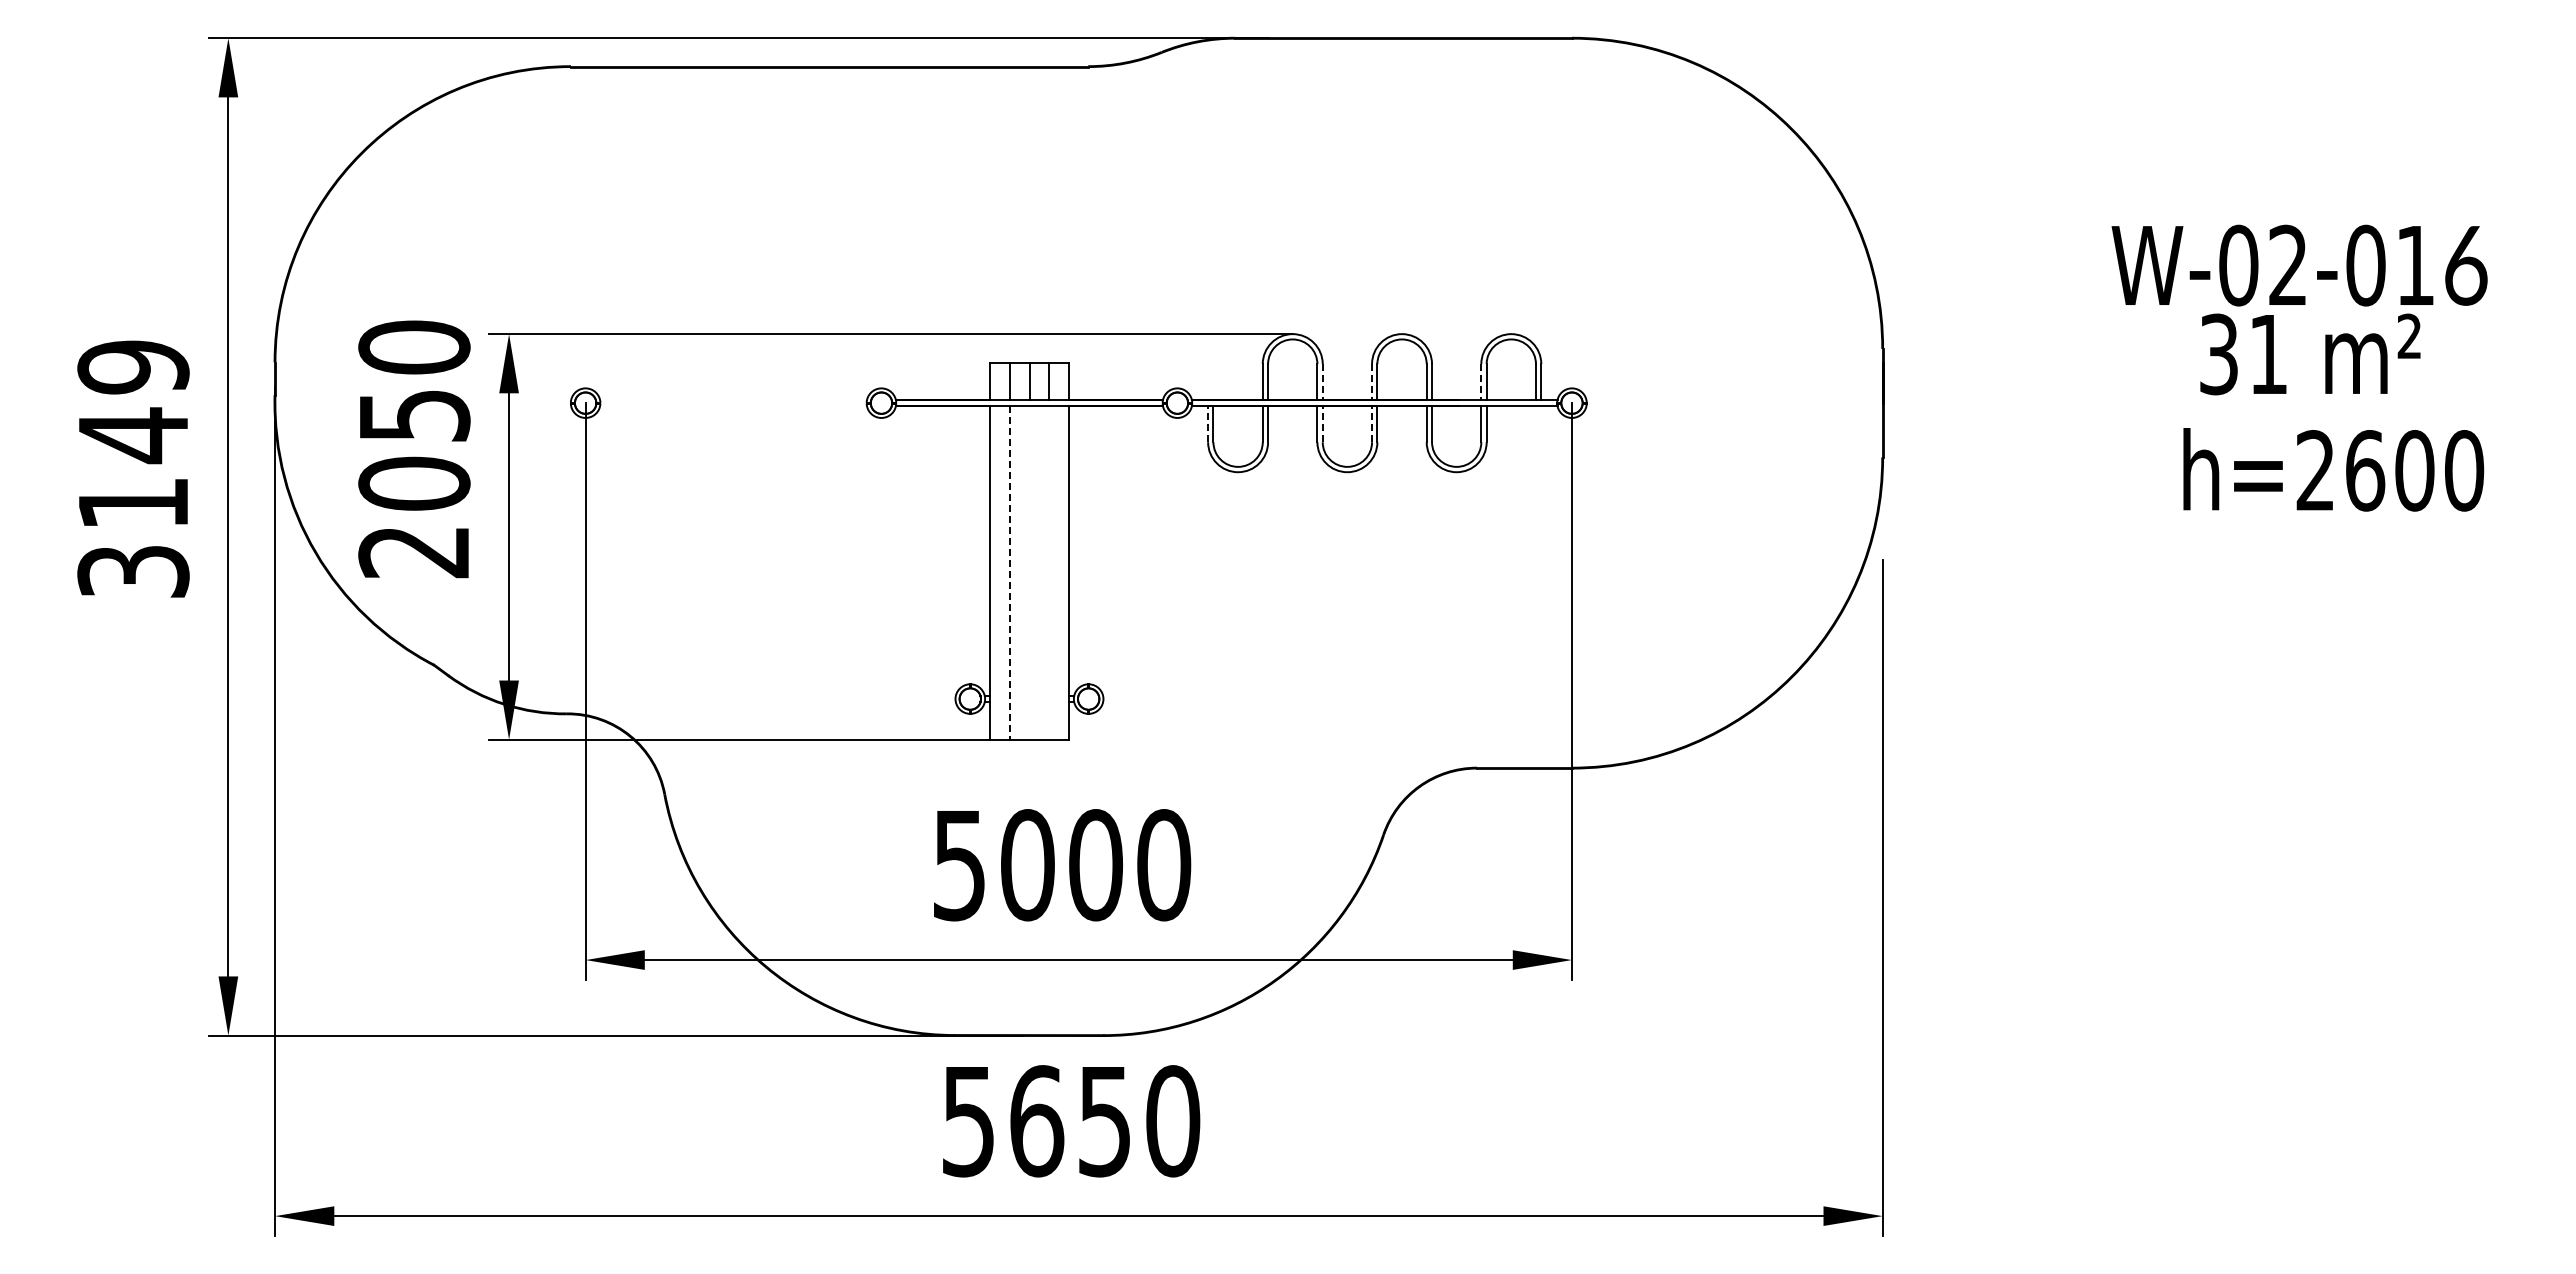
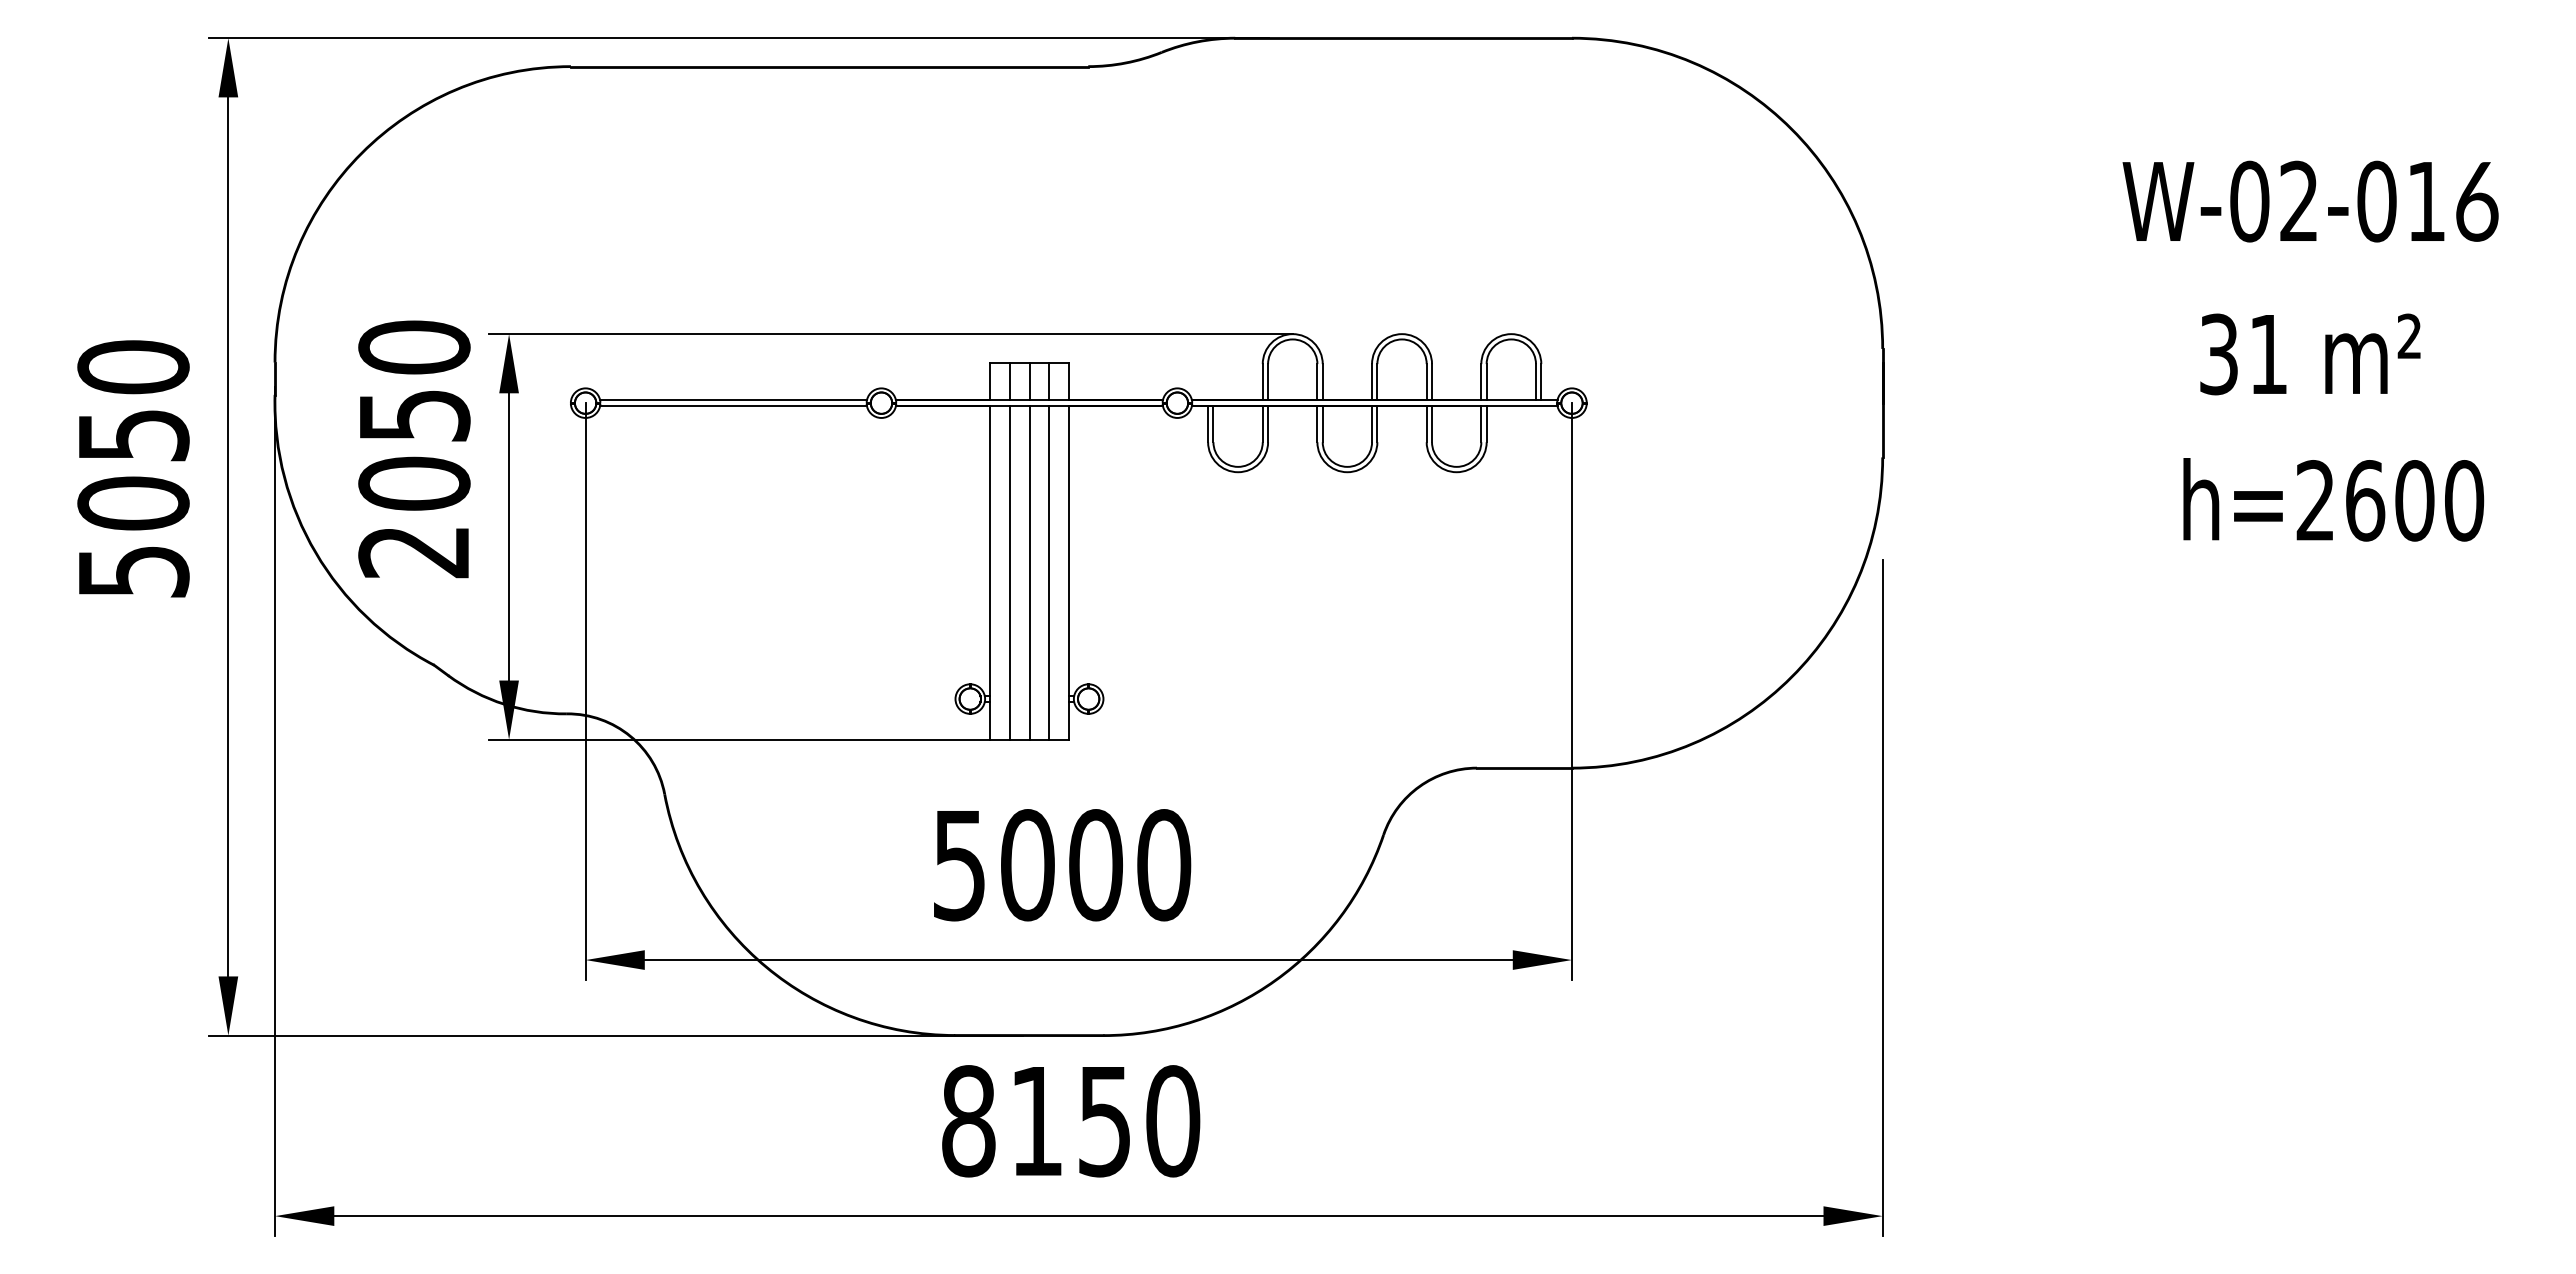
text at (2299, 265) position: (2299, 265) -> (2310, 201)
line at (1322, 382): dashed -> solid
line at (1372, 382): dashed -> solid
line at (1481, 382): dashed -> solid
line at (733, 400): none -> present
line at (733, 406): none -> present
line at (1208, 424): dashed -> solid
line at (1322, 424): dashed -> solid
line at (1372, 424): dashed -> solid
text at (133, 468): 3149 -> 5050
text at (2333, 469) position: (2333, 469) -> (2333, 499)
line at (1029, 572): none -> present
line at (1049, 572): none -> present
line at (1009, 573): dashed -> solid
text at (1003, 1121): 5650 -> 8150
